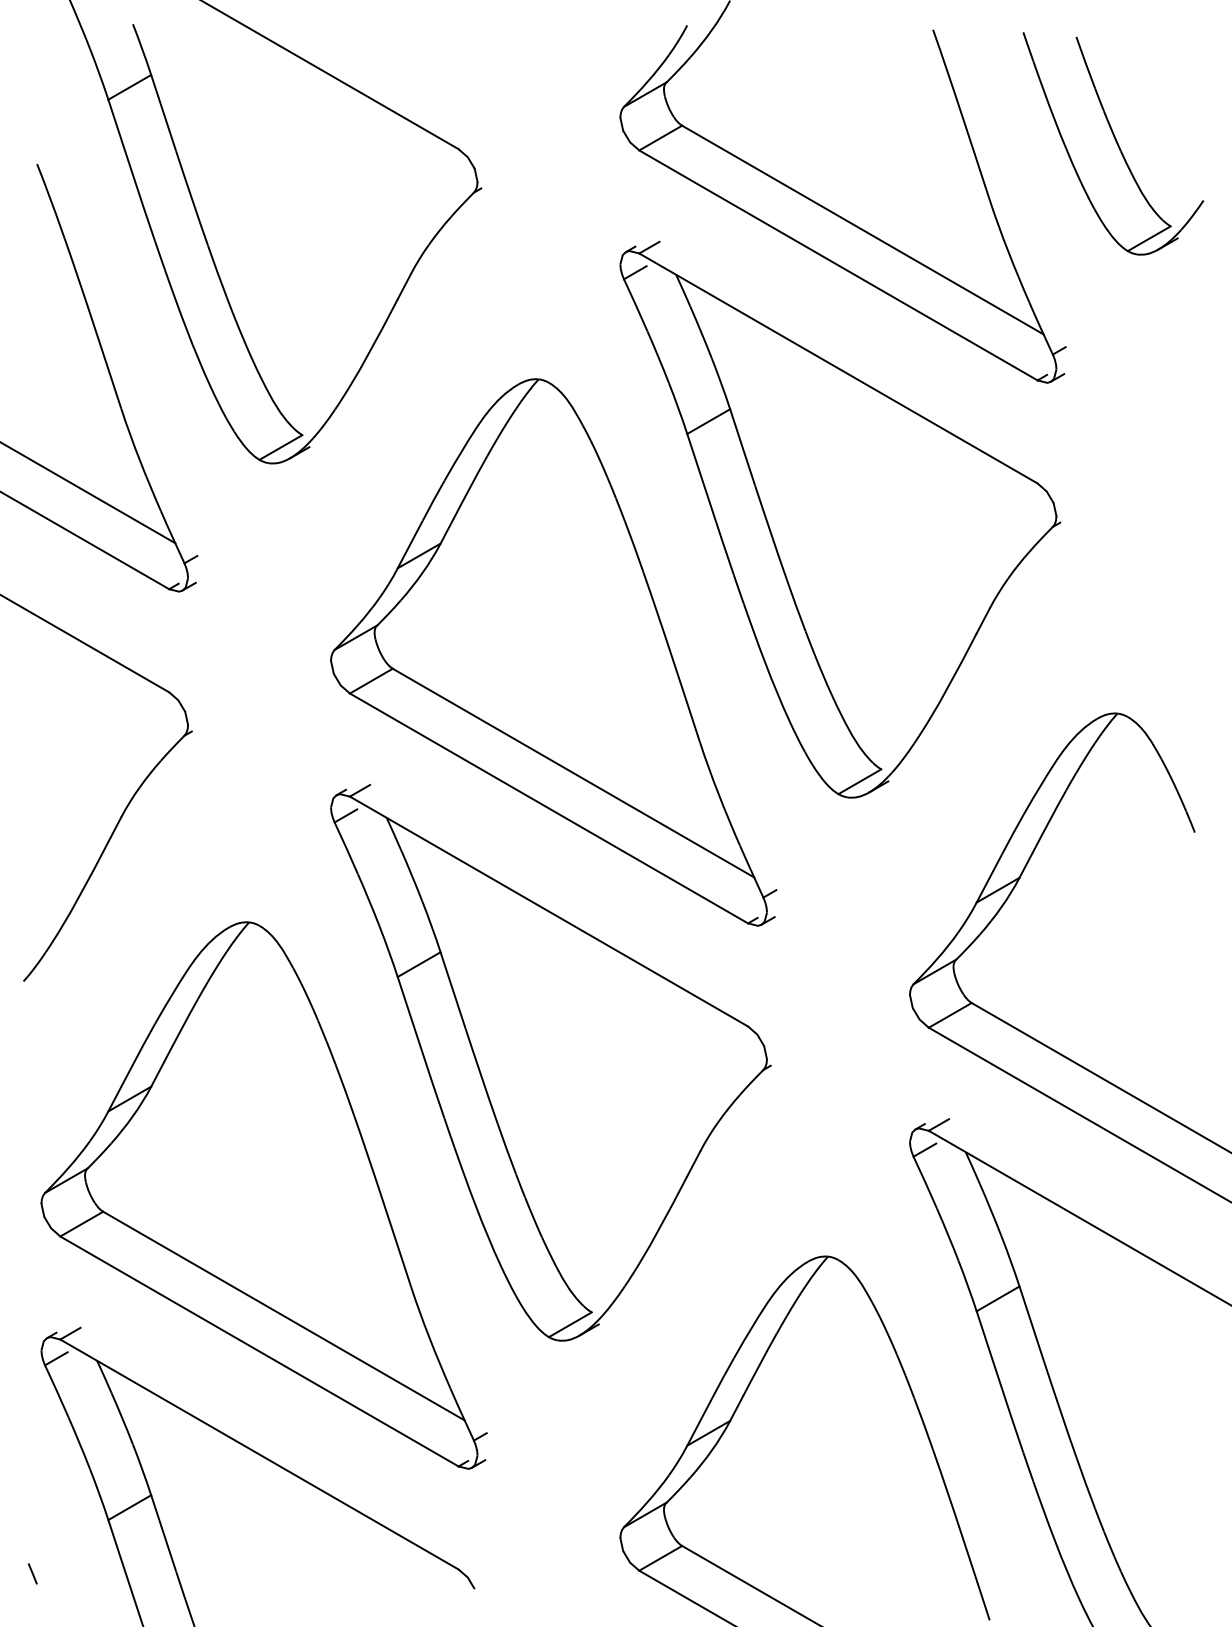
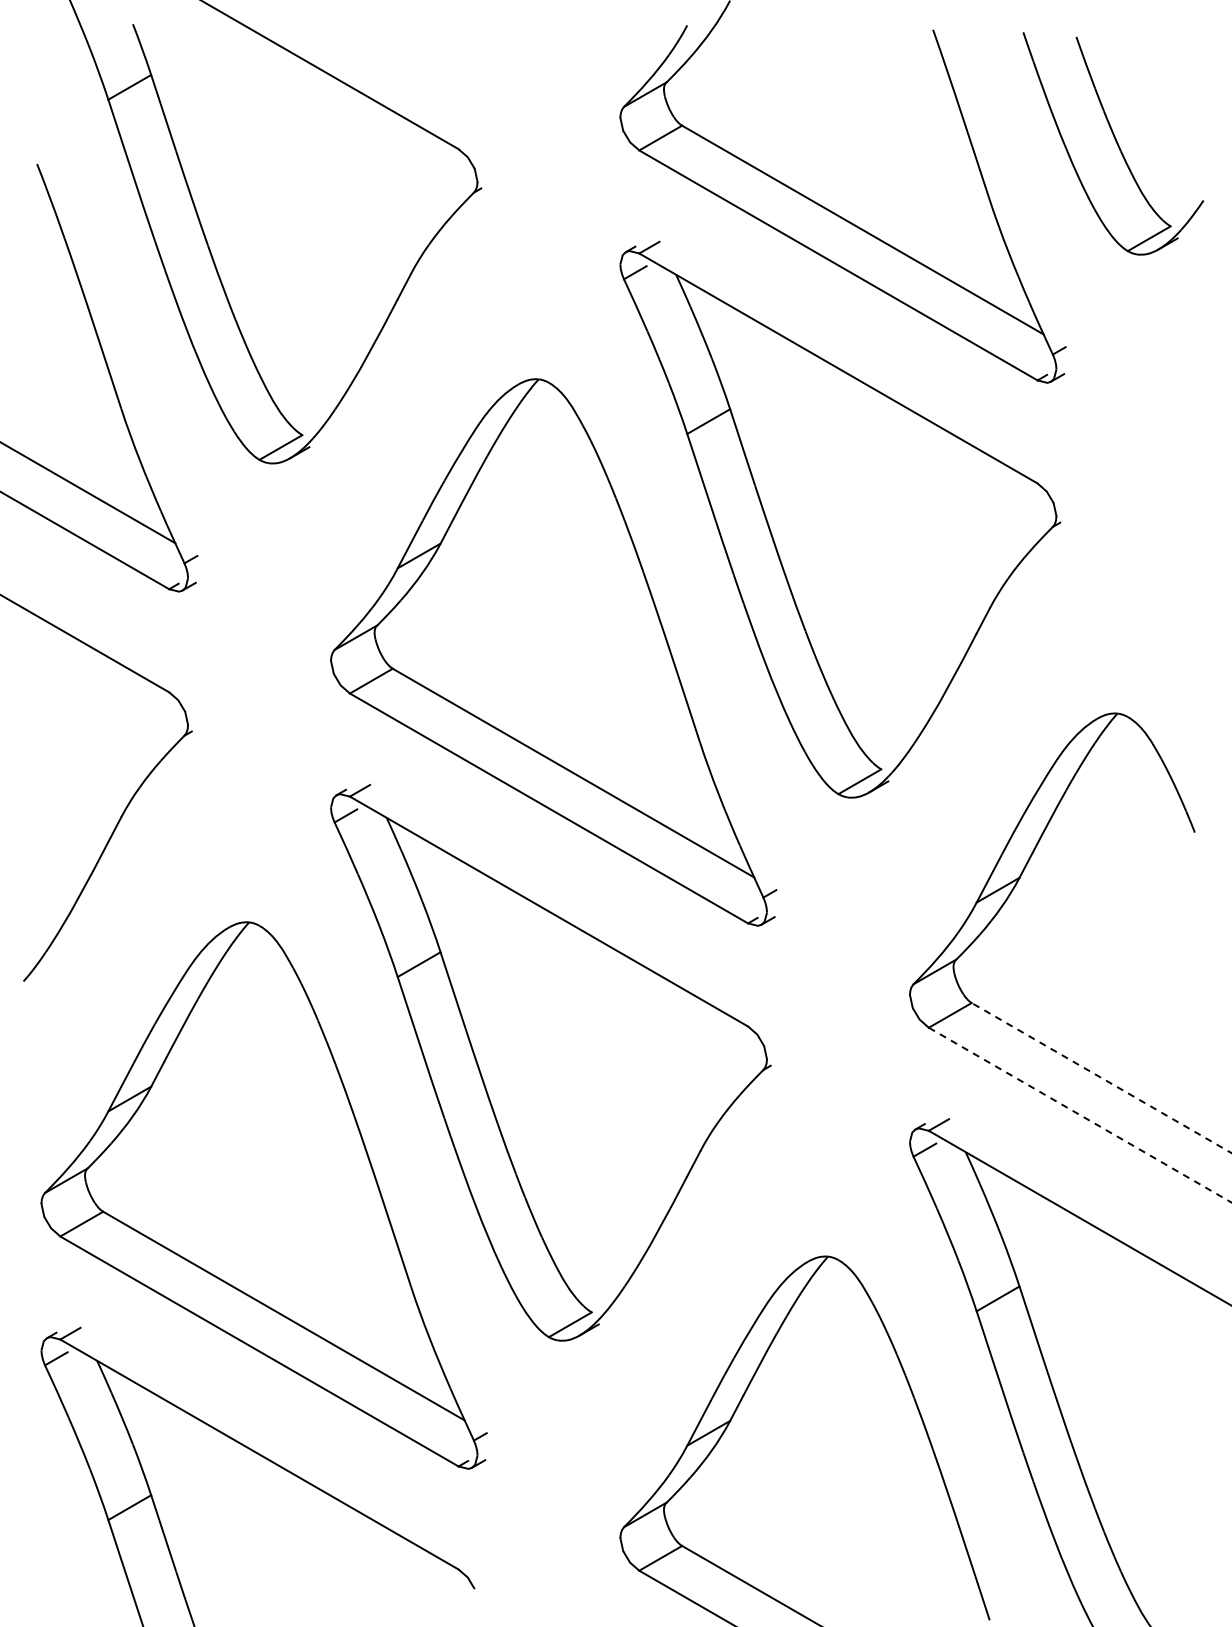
line at (1101, 1077): solid -> dashed
line at (1080, 1115): solid -> dashed
line at (32, 1573): present -> none
